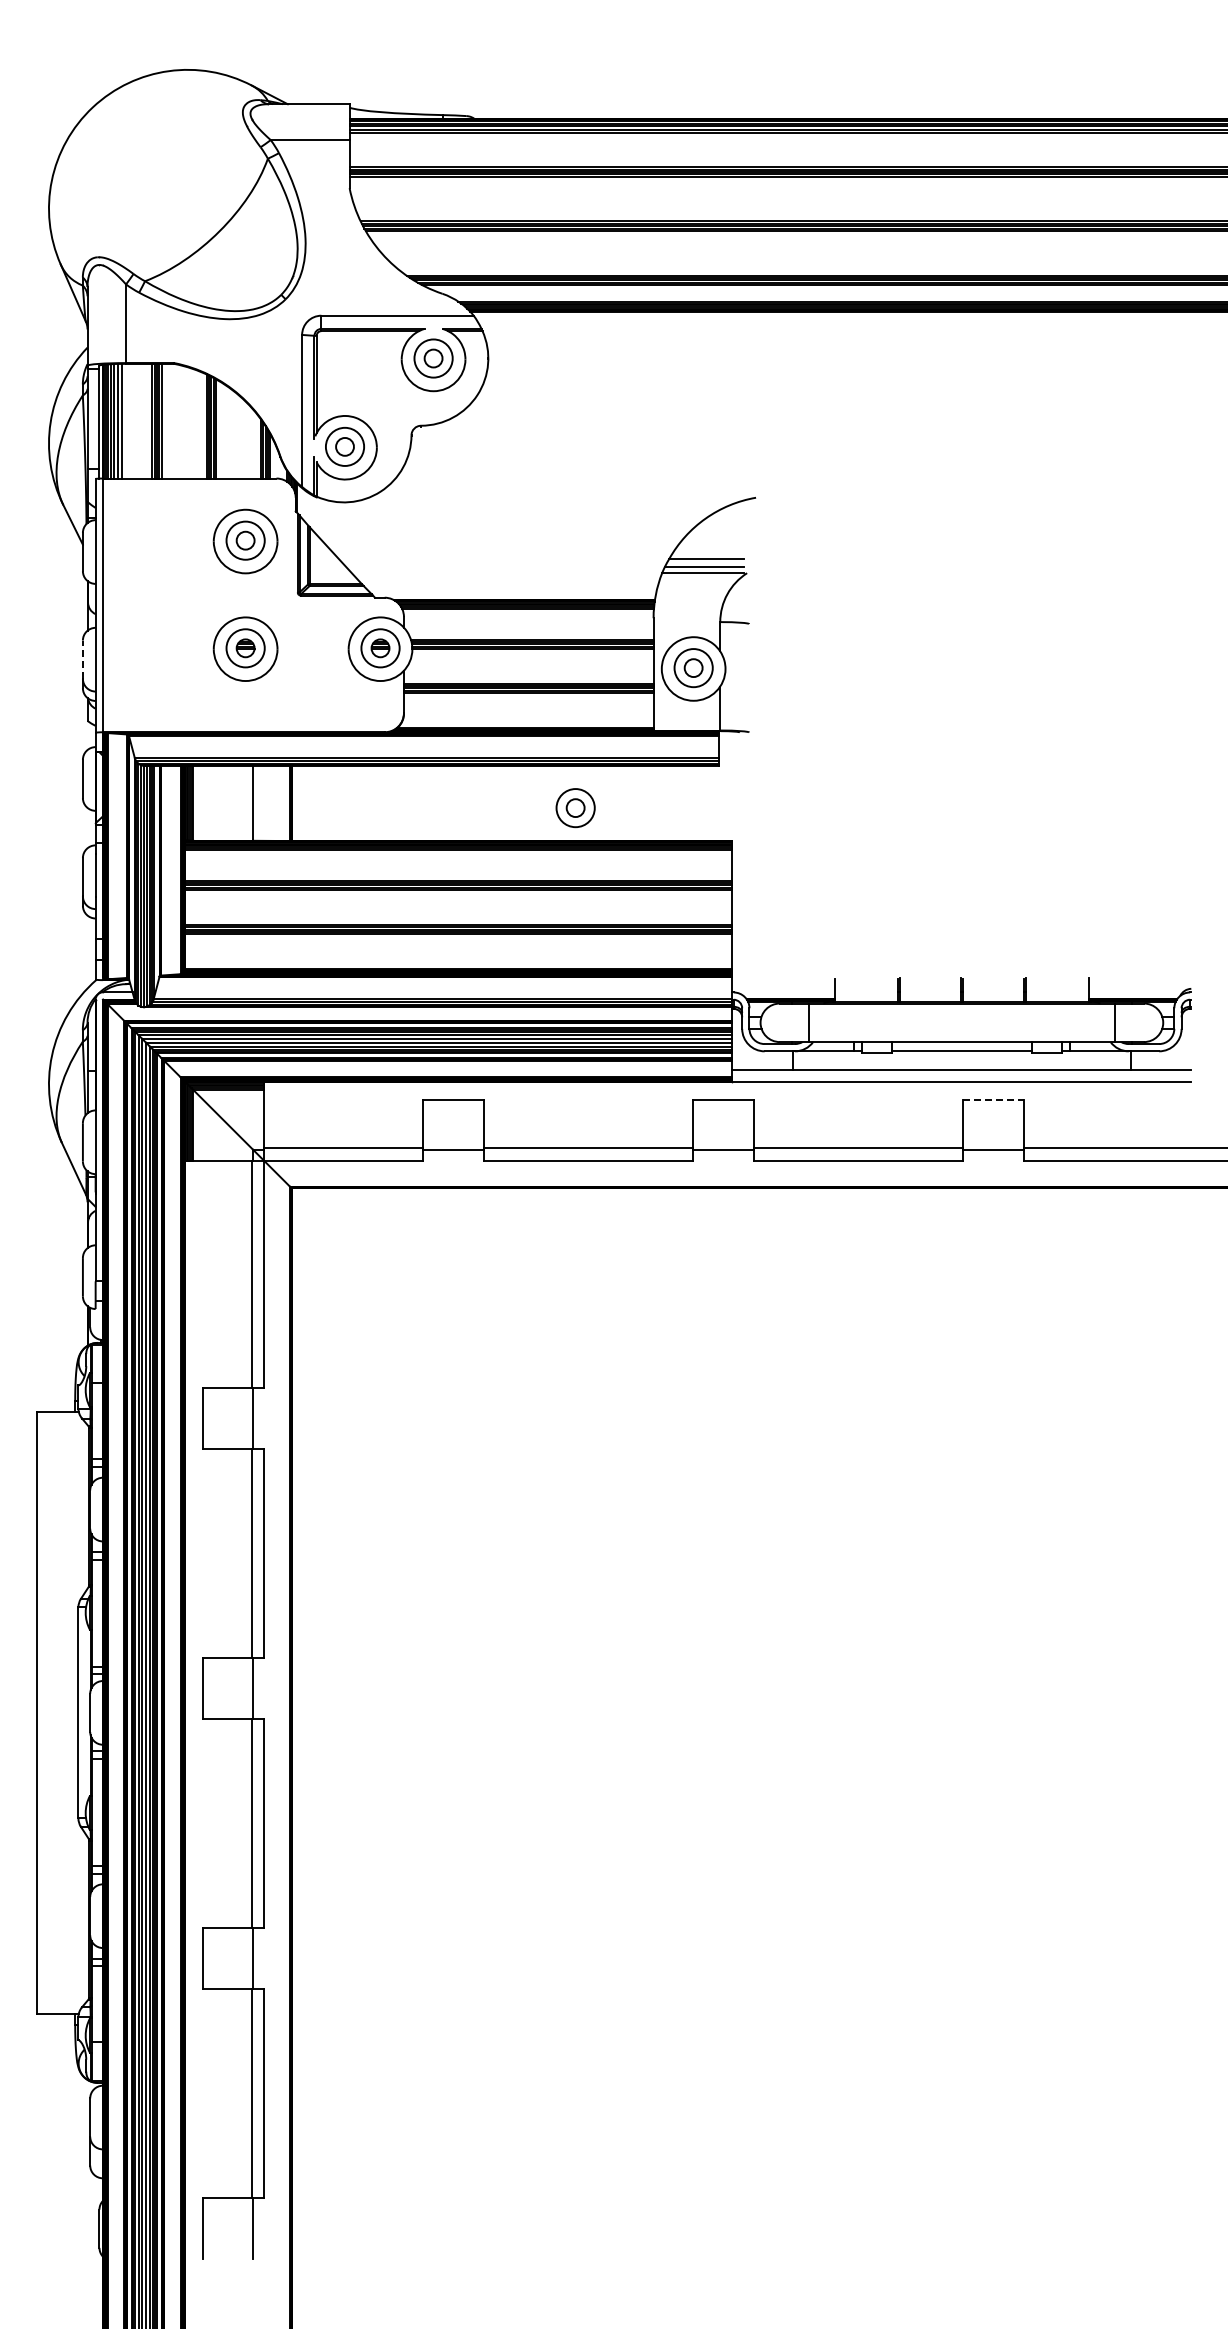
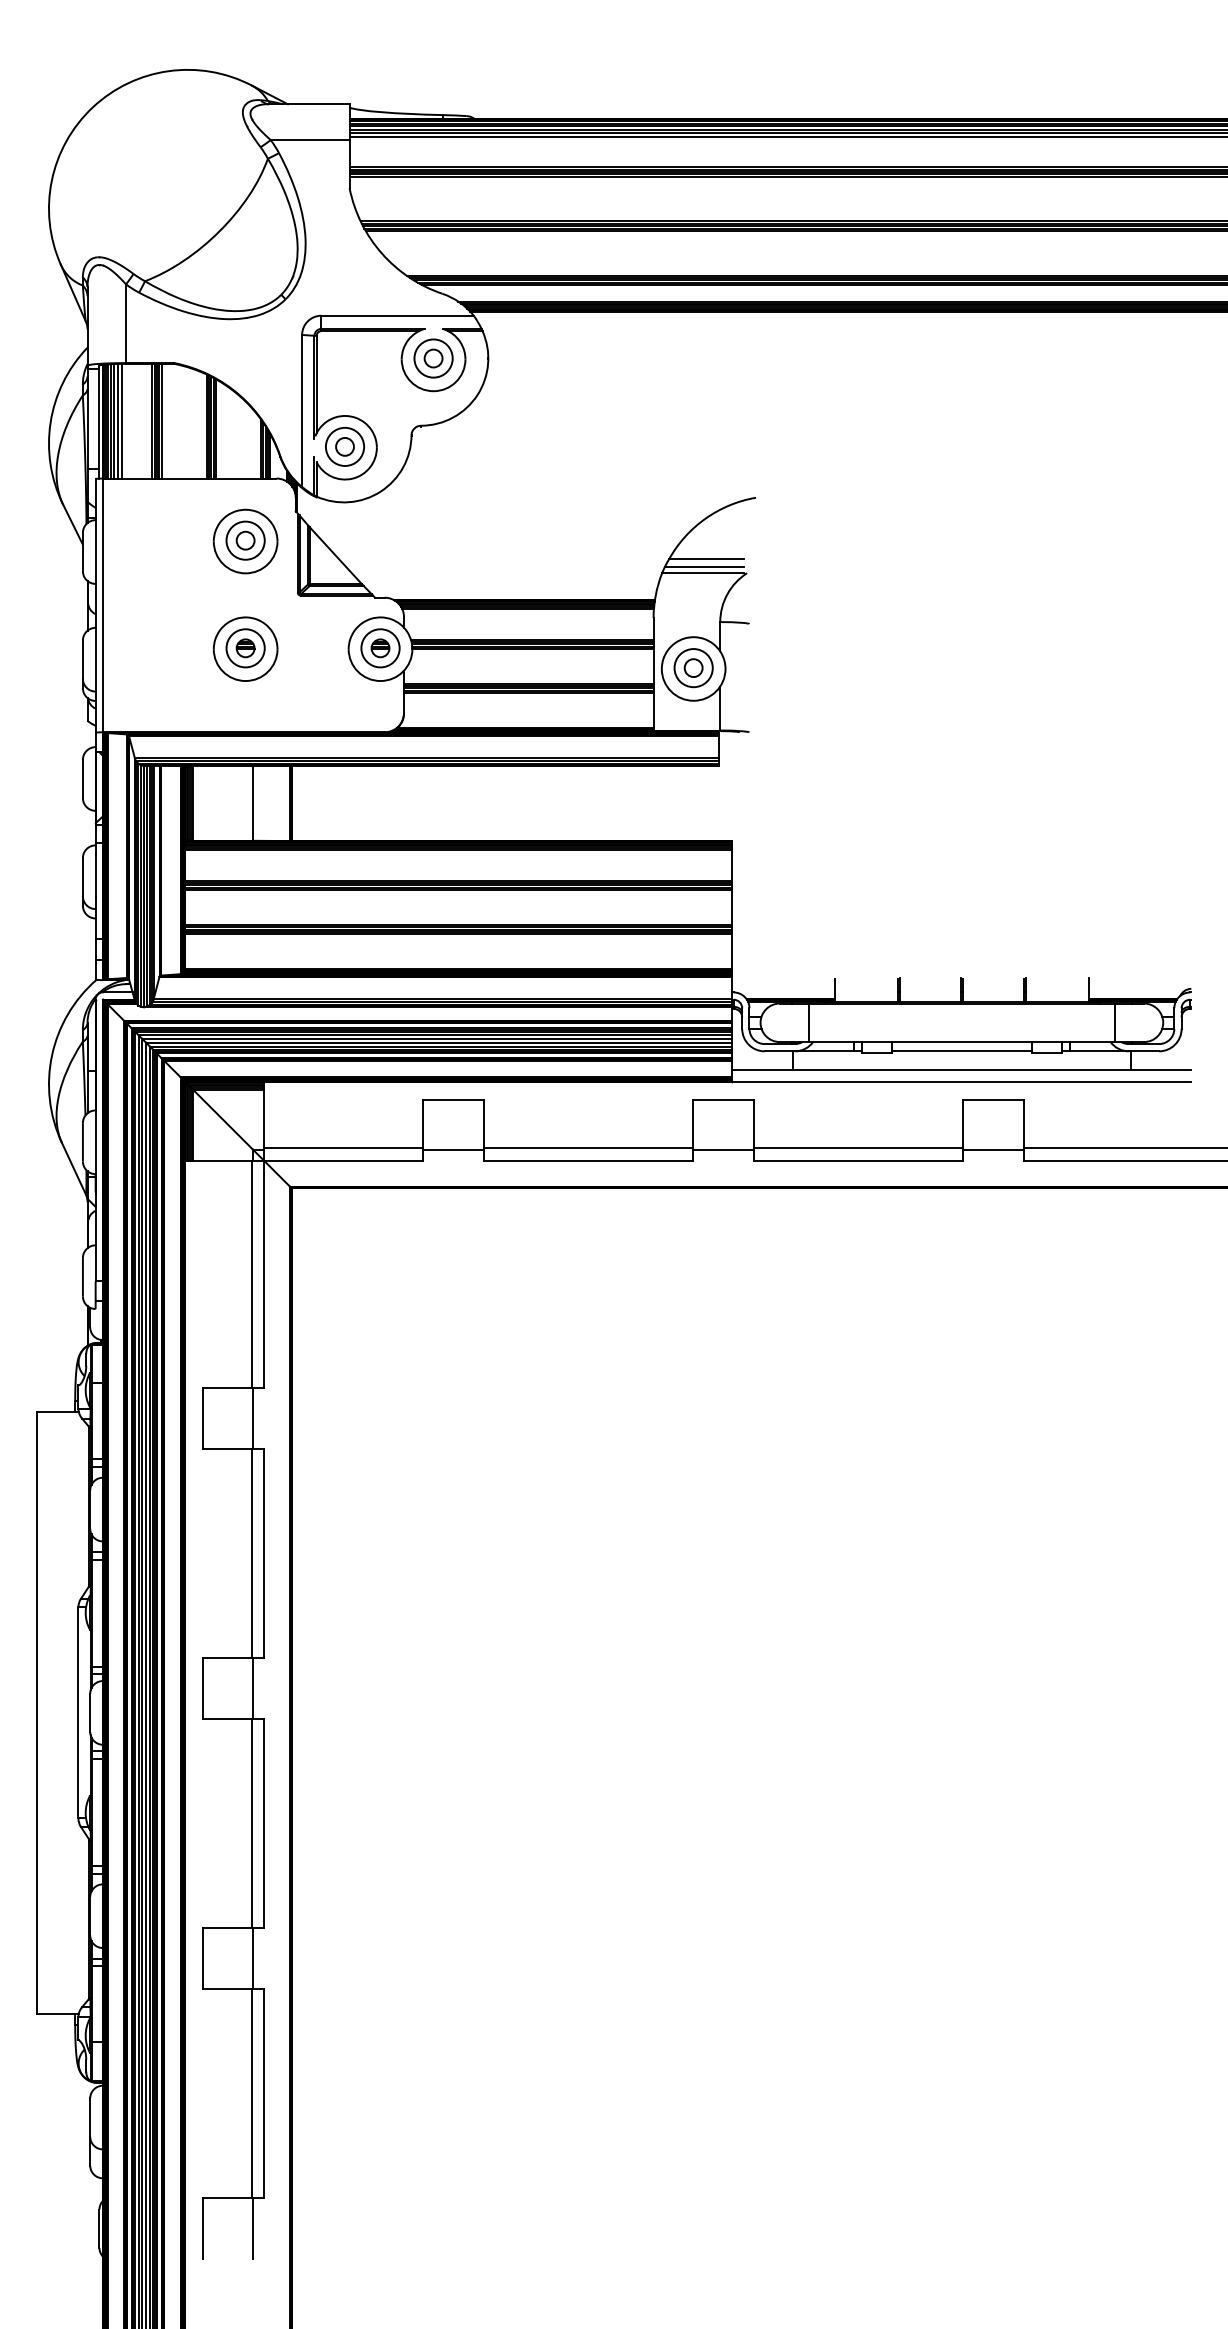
line at (786, 137): none -> present
line at (82, 659): dashed -> solid
part at (575, 808): present -> none
line at (994, 1099): dashed -> solid
